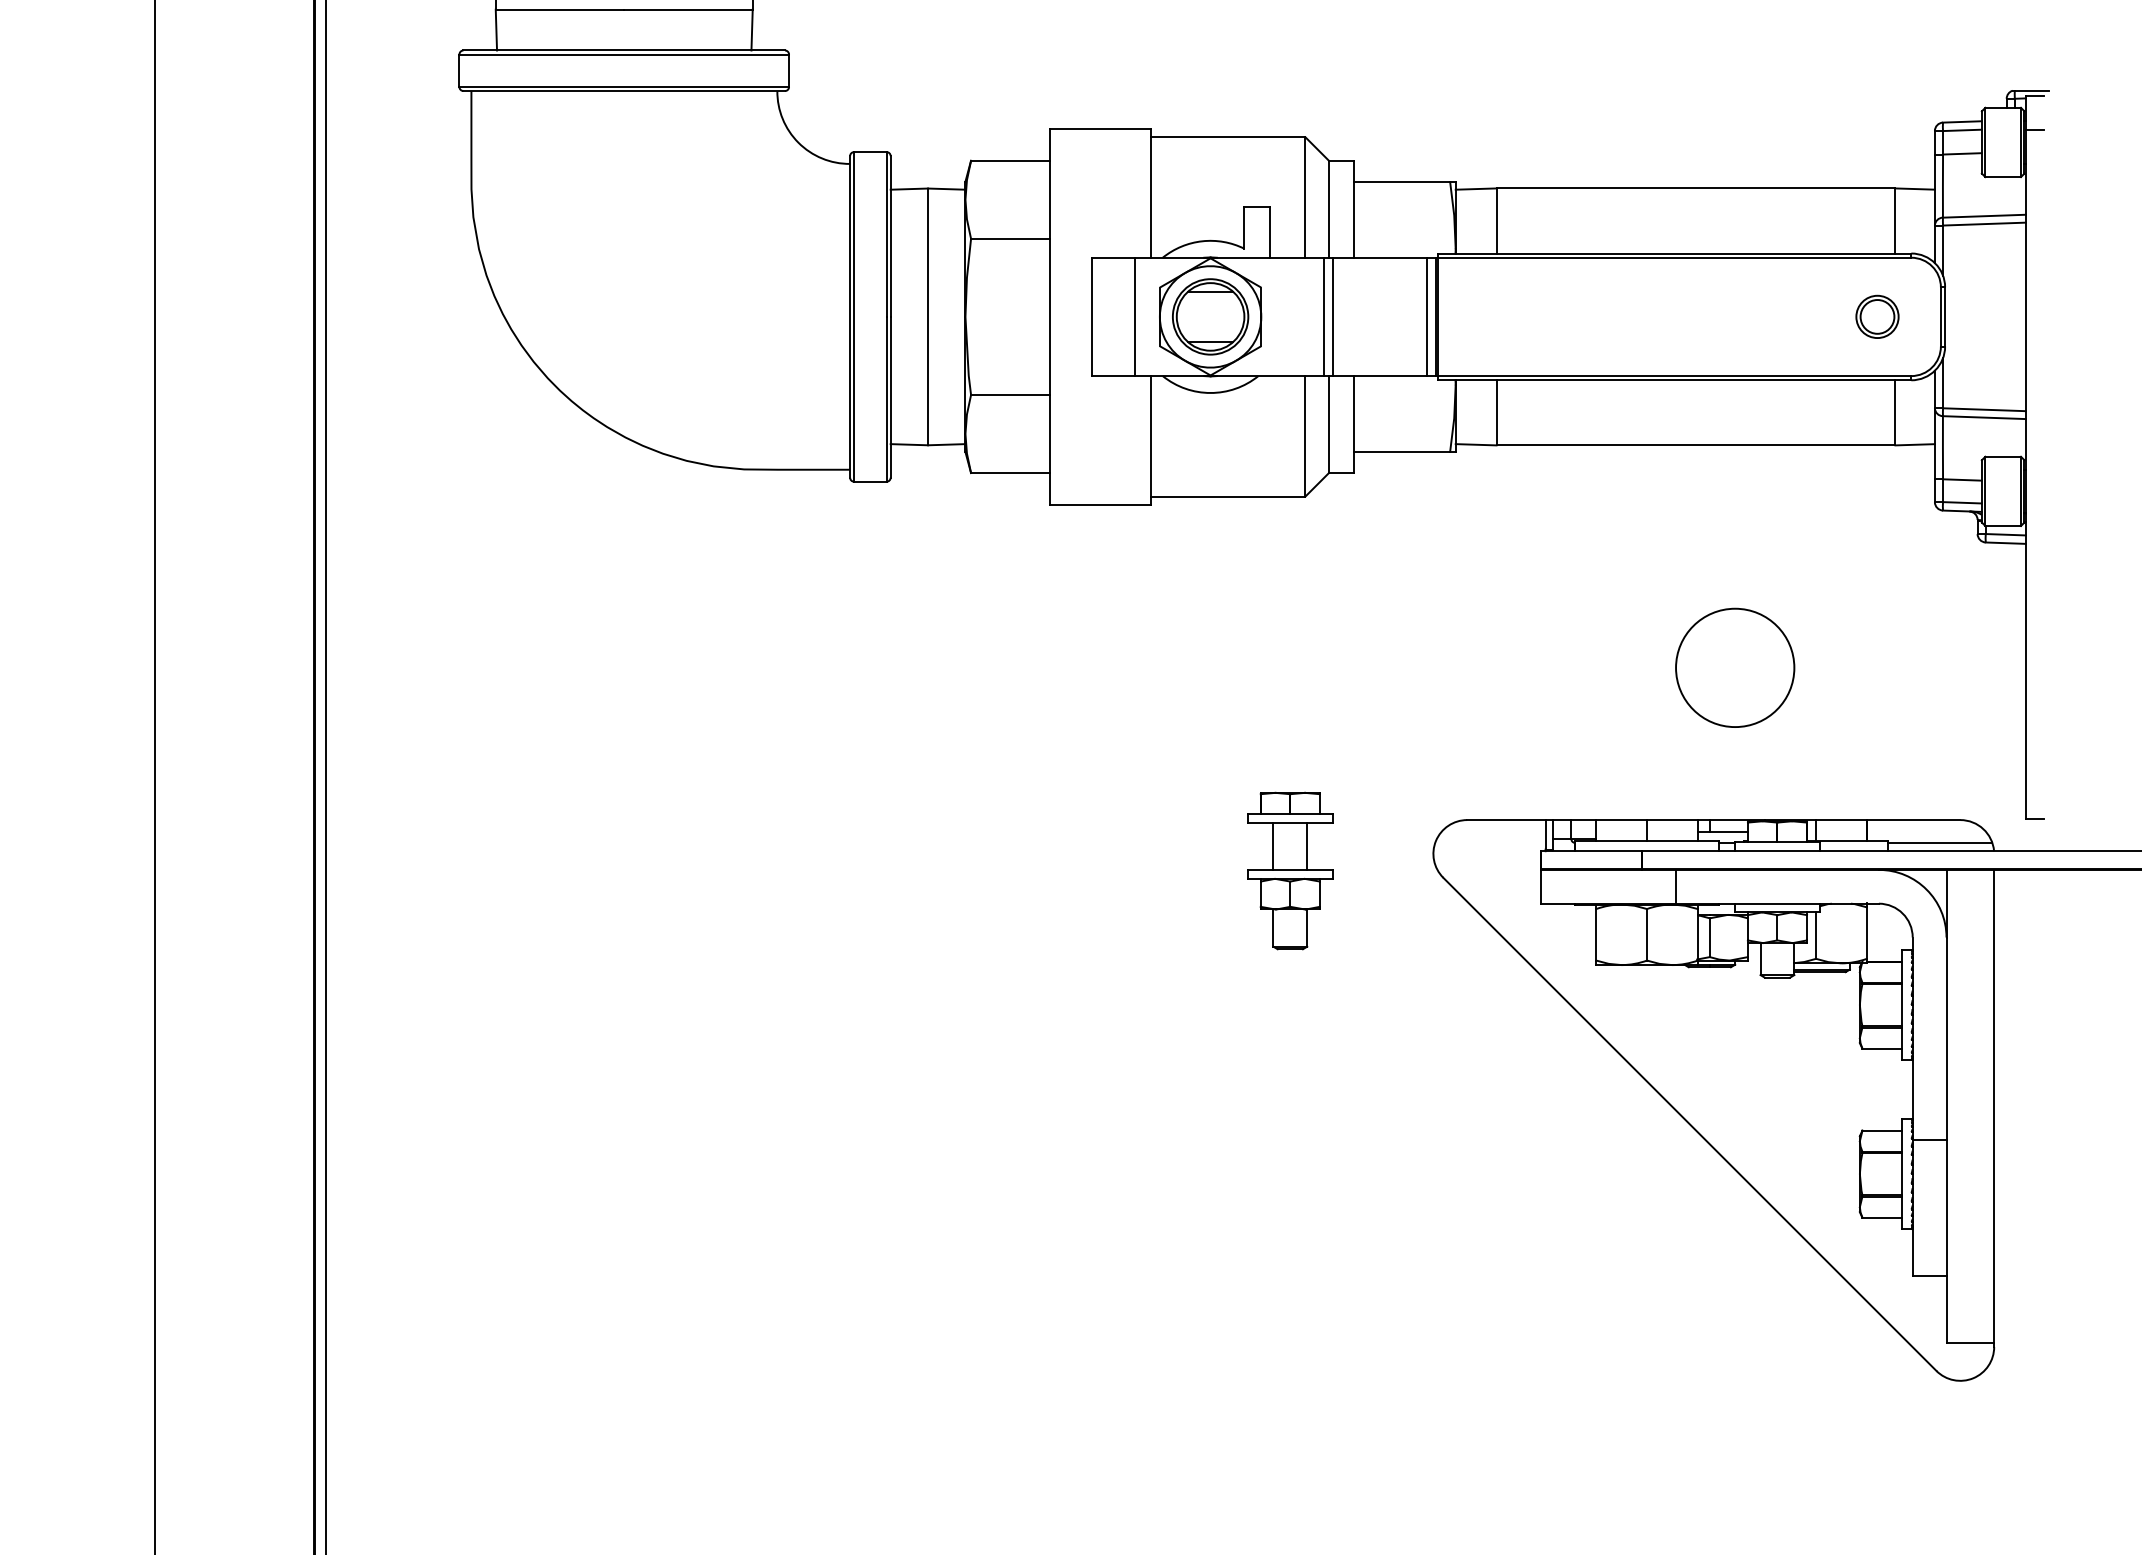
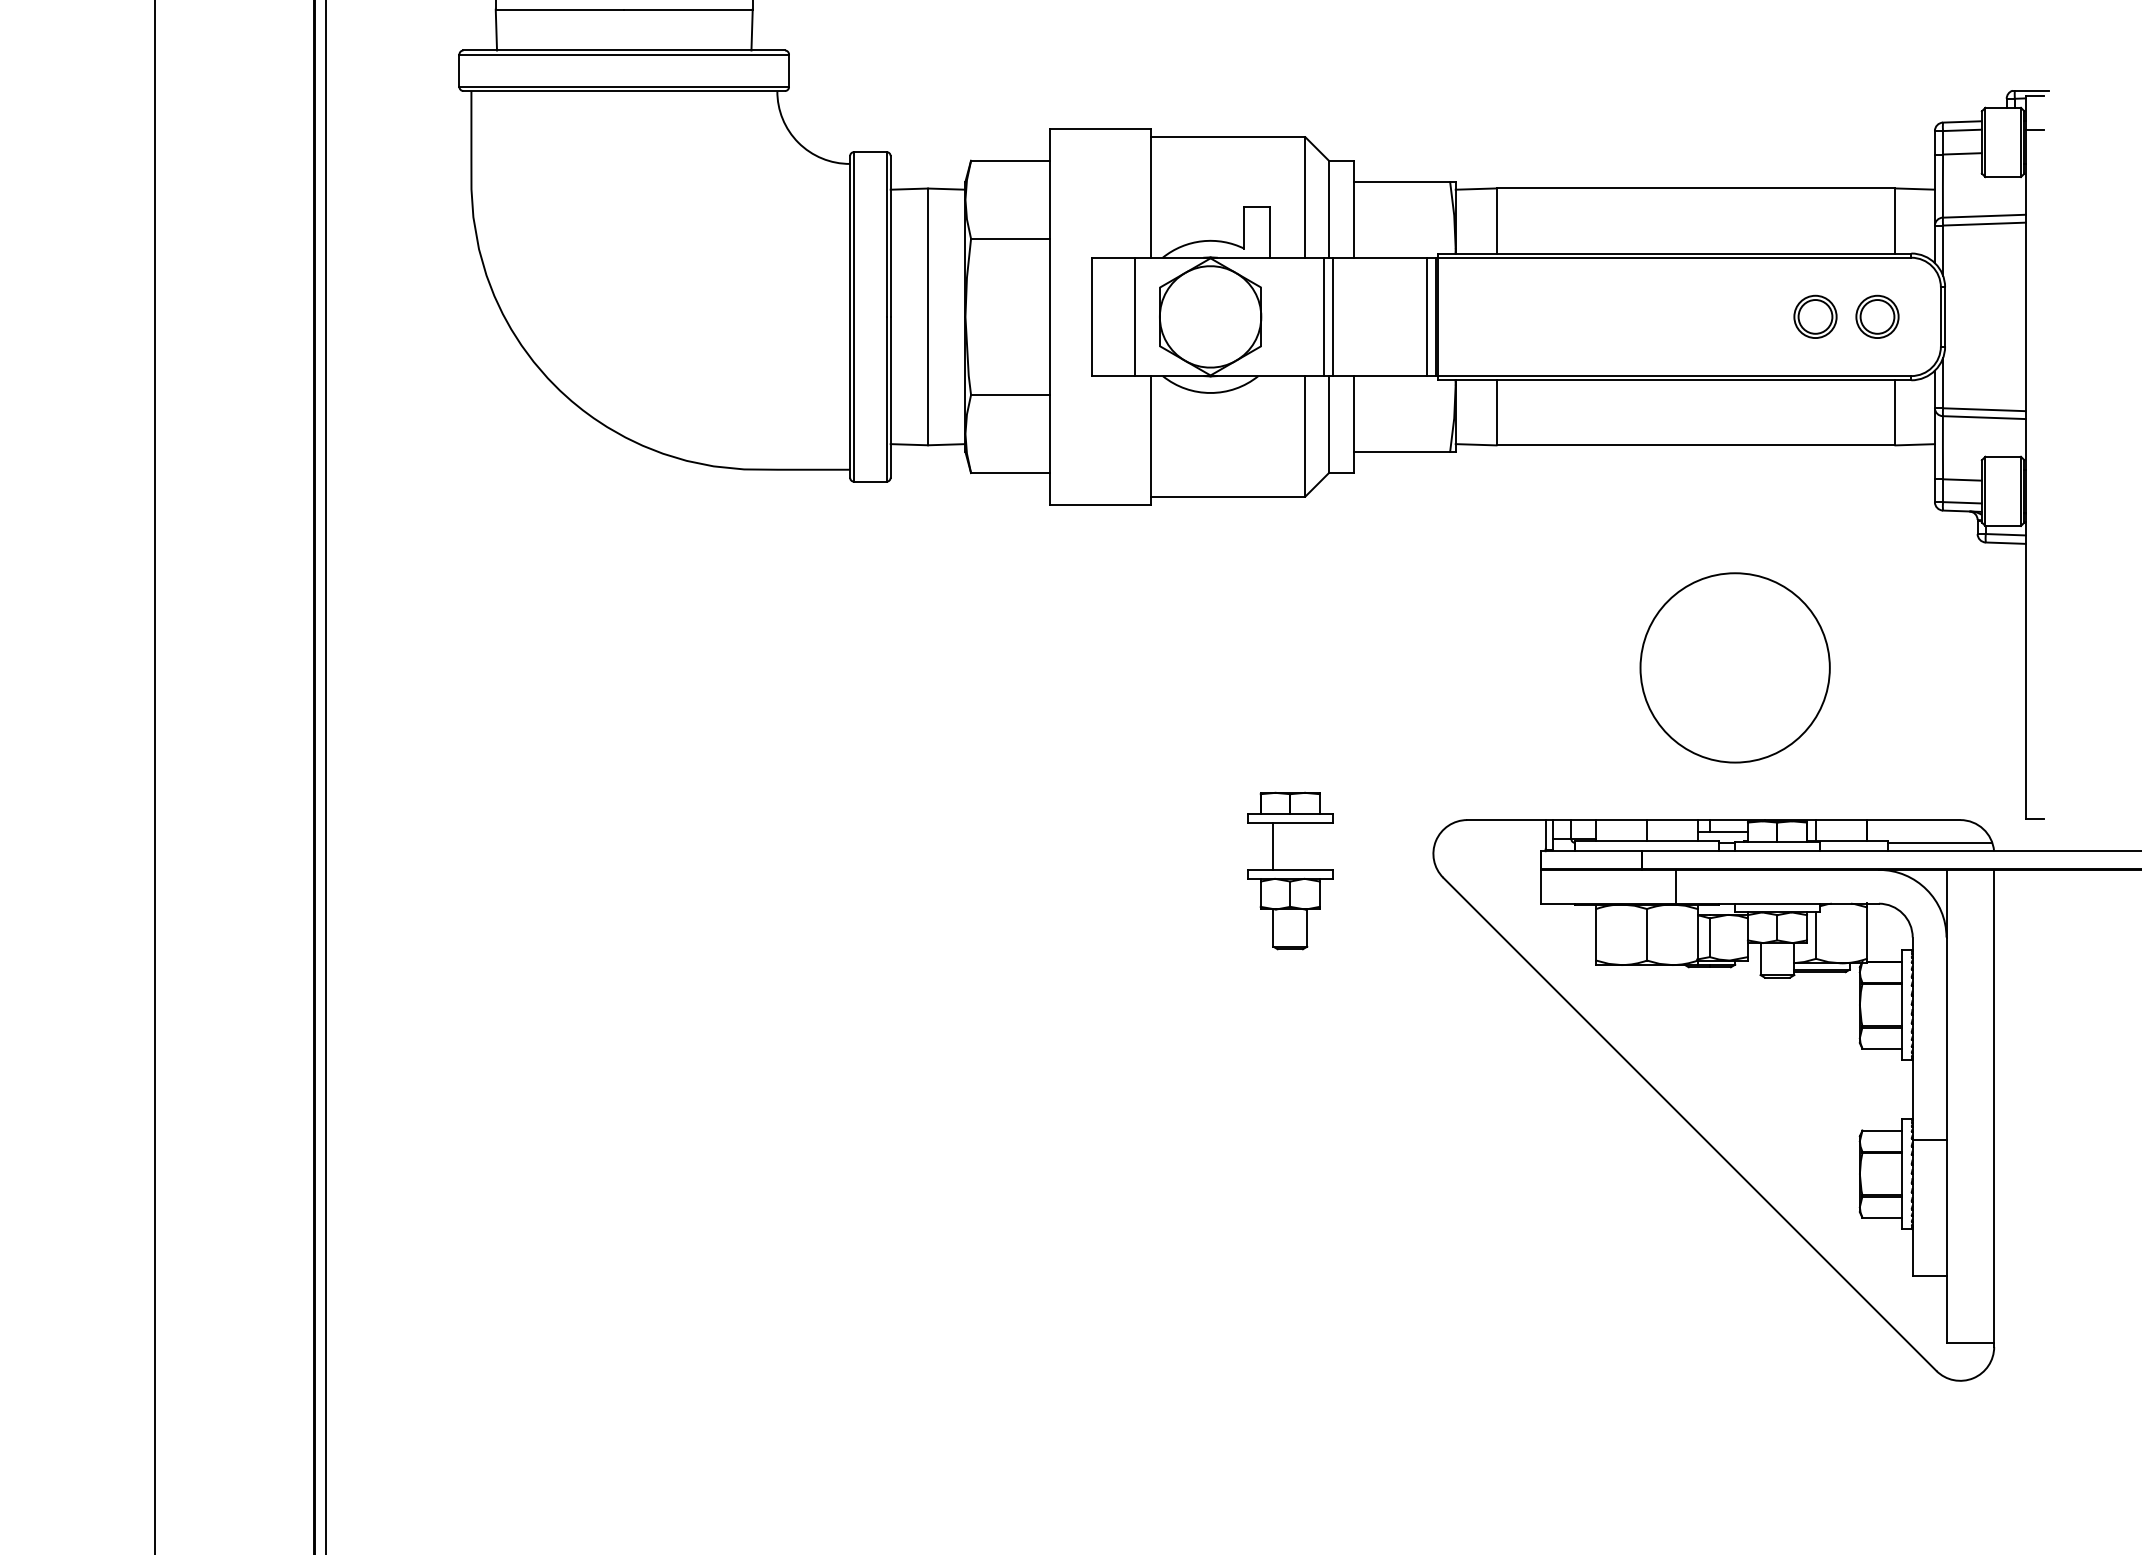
part at (1210, 316): present -> none
part at (1815, 316): none -> present
circle at (1735, 667) diameter: 118 px -> 189 px
line at (1307, 846): present -> none
